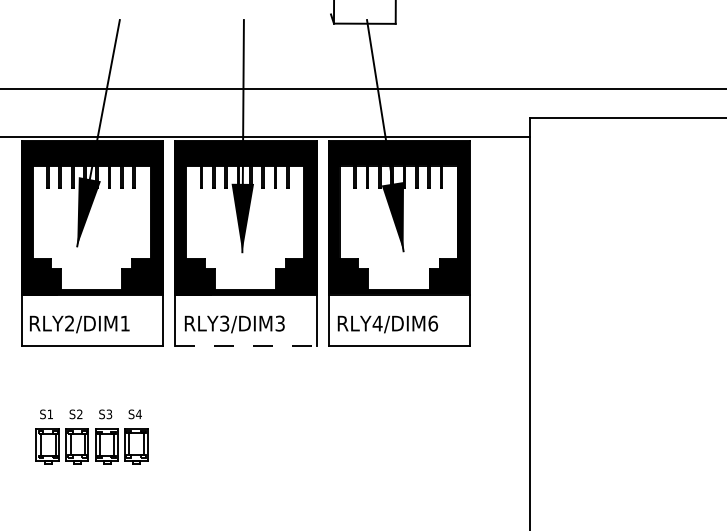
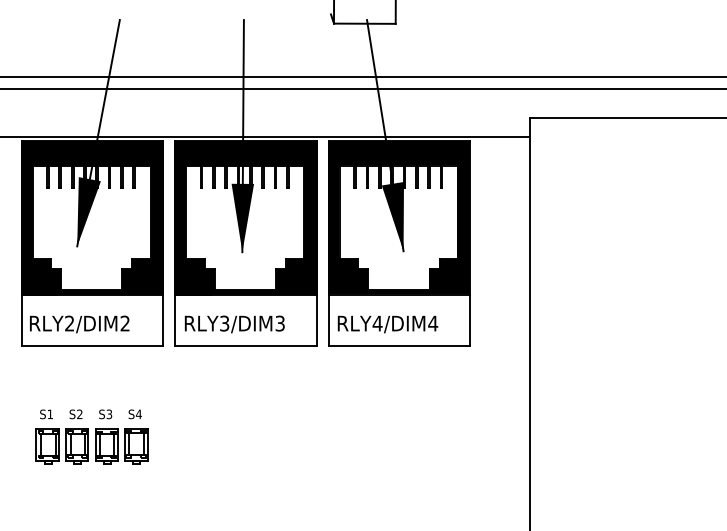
line at (362, 76): none -> present
text at (124, 323): RLY2/DIM1 -> RLY2/DIM2
text at (433, 323): RLY4/DIM6 -> RLY4/DIM4
line at (245, 346): dashed -> solid
